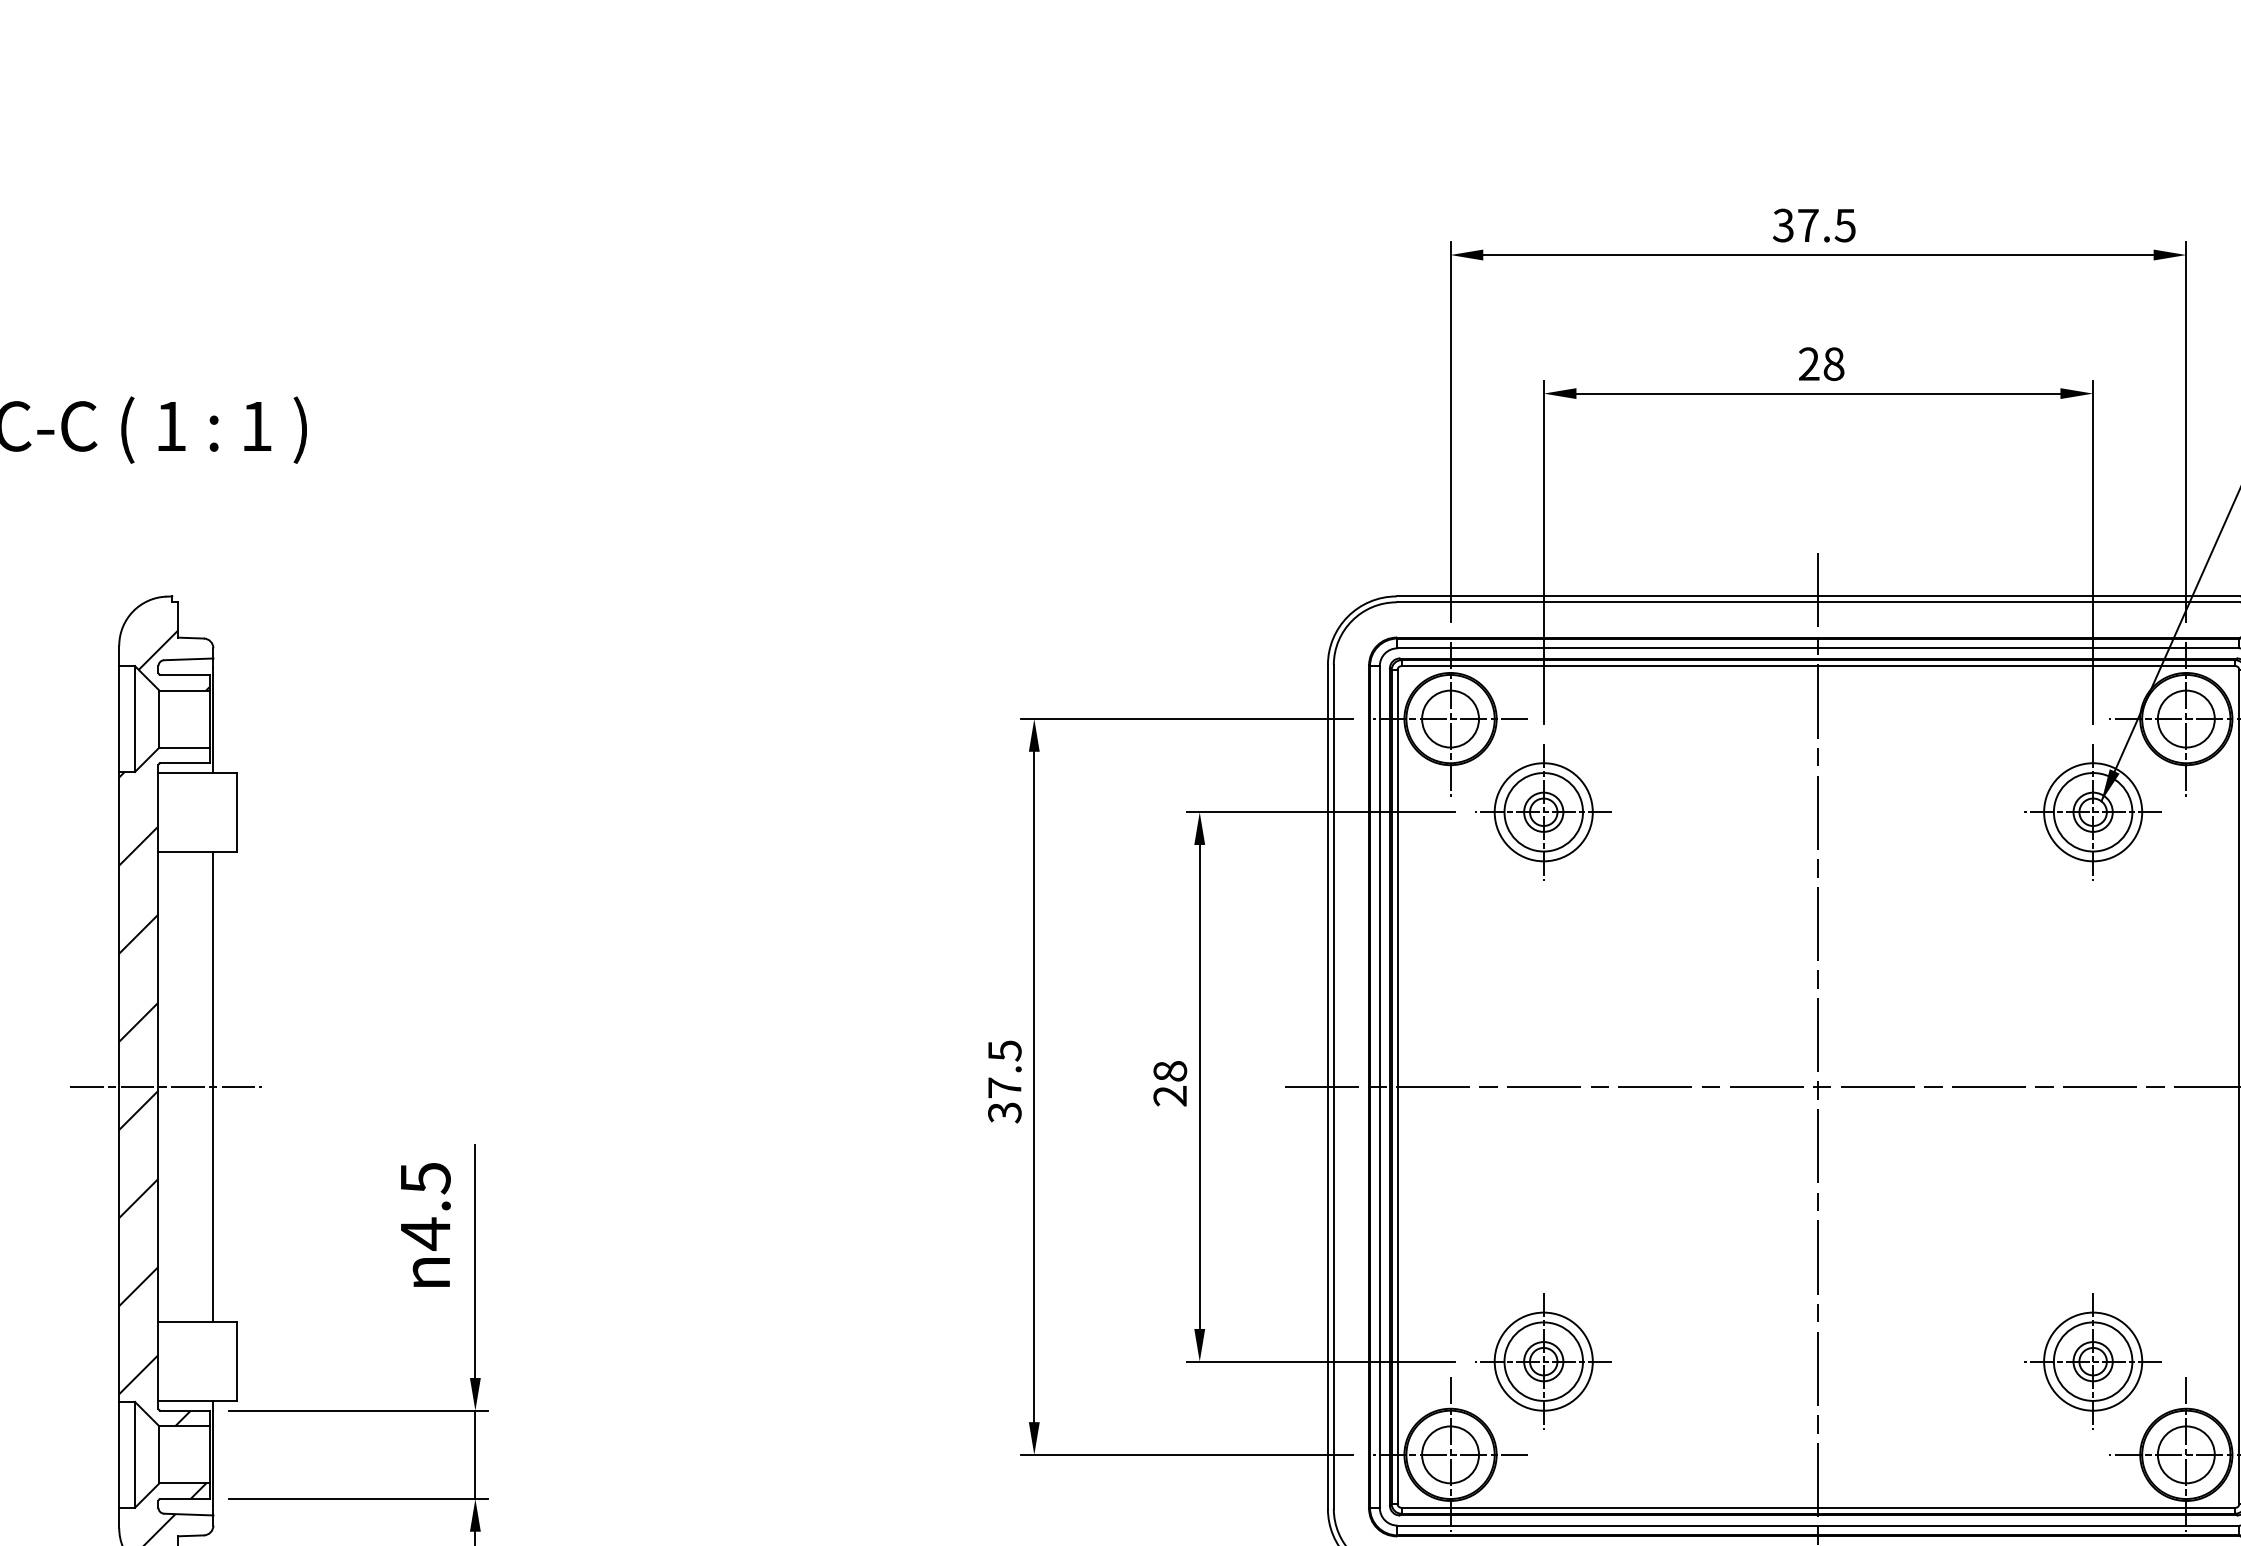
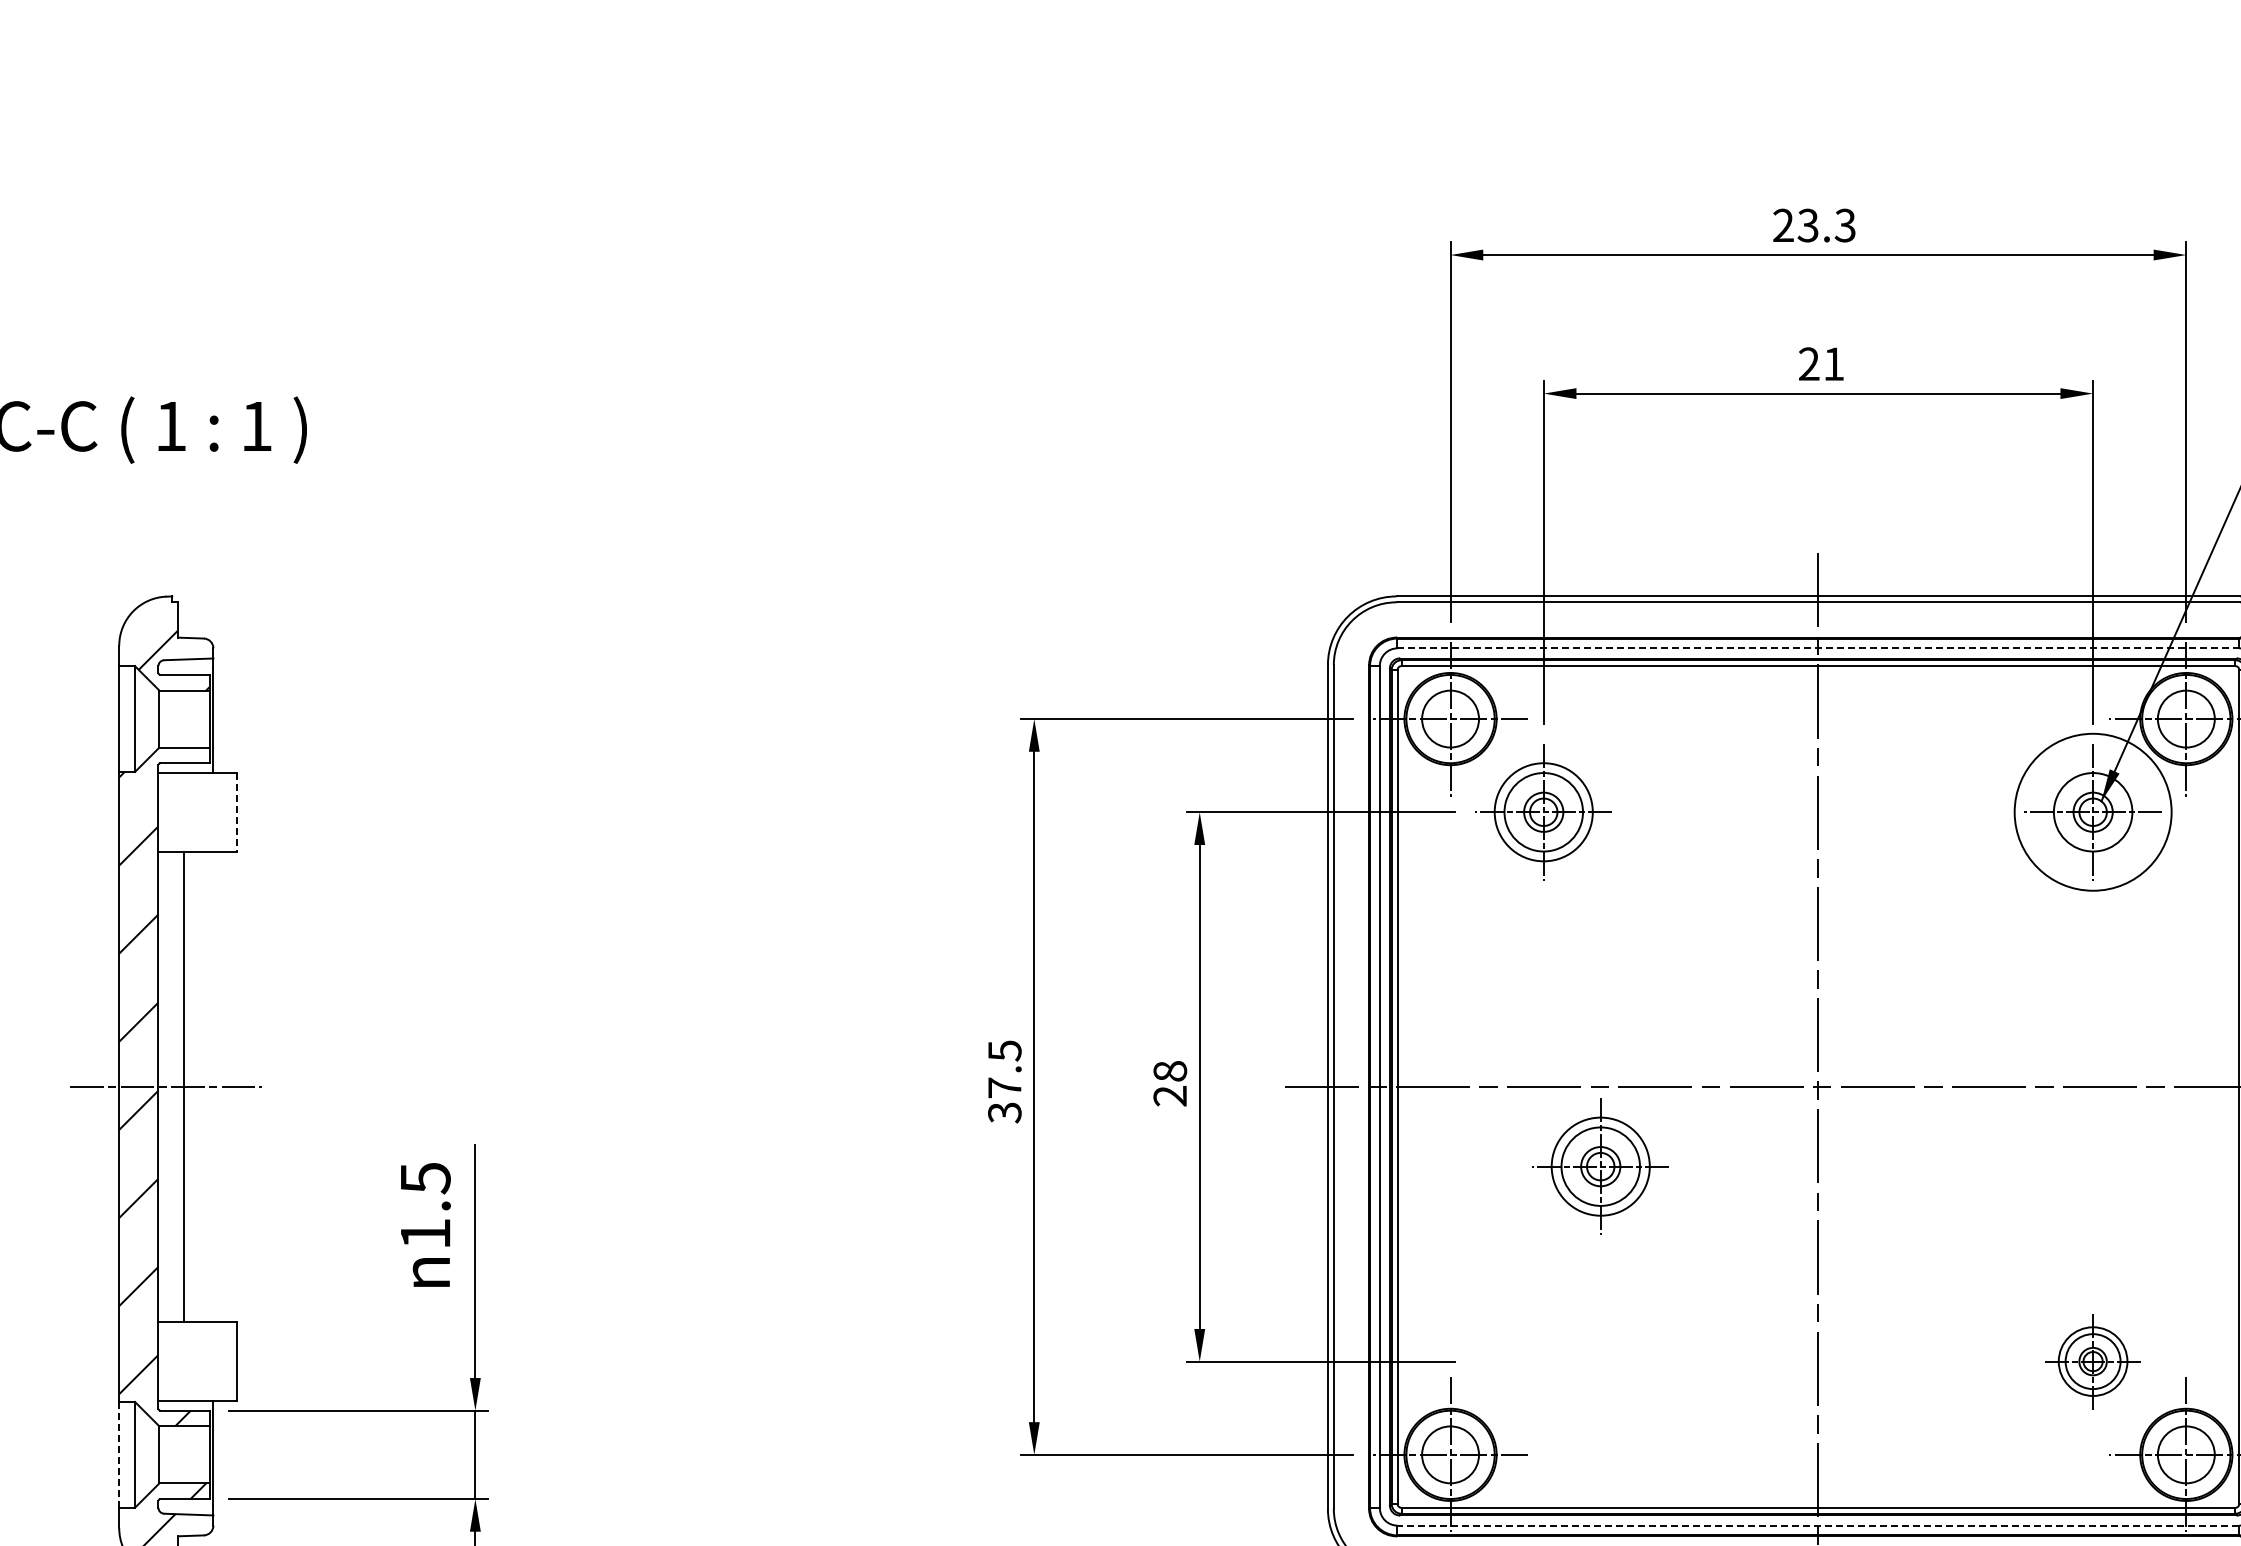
text at (1814, 225): 37.5 -> 23.3
text at (1833, 364): 28 -> 21
line at (1818, 648): solid -> dashed
line at (236, 812): solid -> dashed
circle at (2093, 812) diameter: 98 px -> 157 px
line at (213, 1086) position: (213, 1086) -> (184, 1086)
text at (425, 1233): 4.5 -> 1.5
part at (1543, 1361) position: (1543, 1361) -> (1600, 1166)
part at (2092, 1361) size: 138x137 px -> 96x96 px
line at (119, 1454): solid -> dashed
line at (1818, 1525): solid -> dashed
